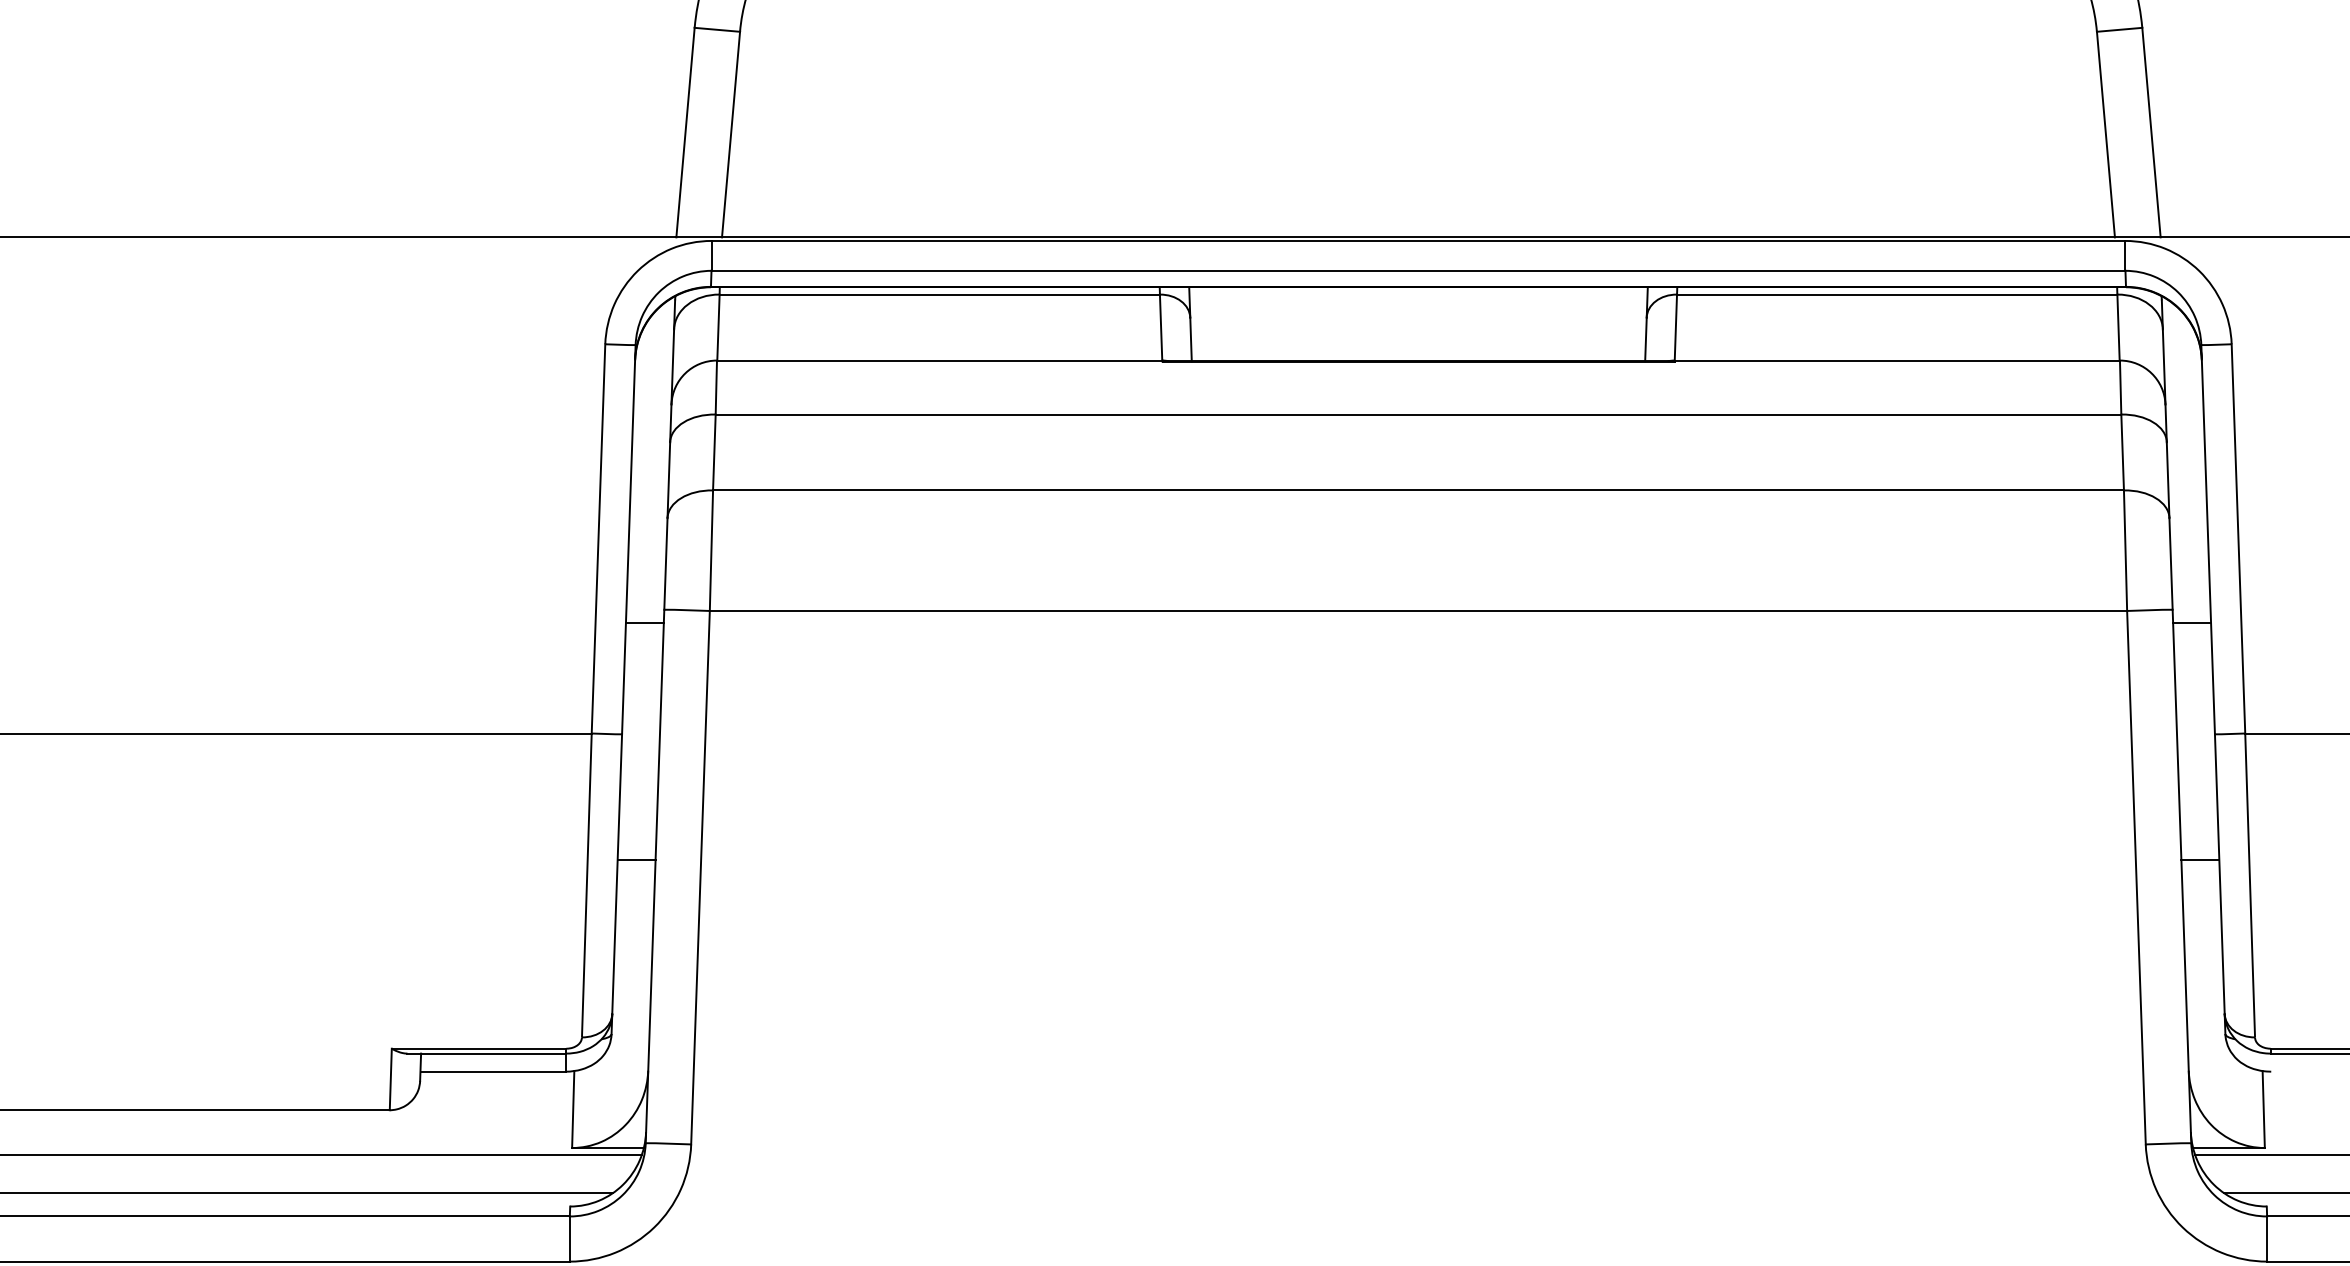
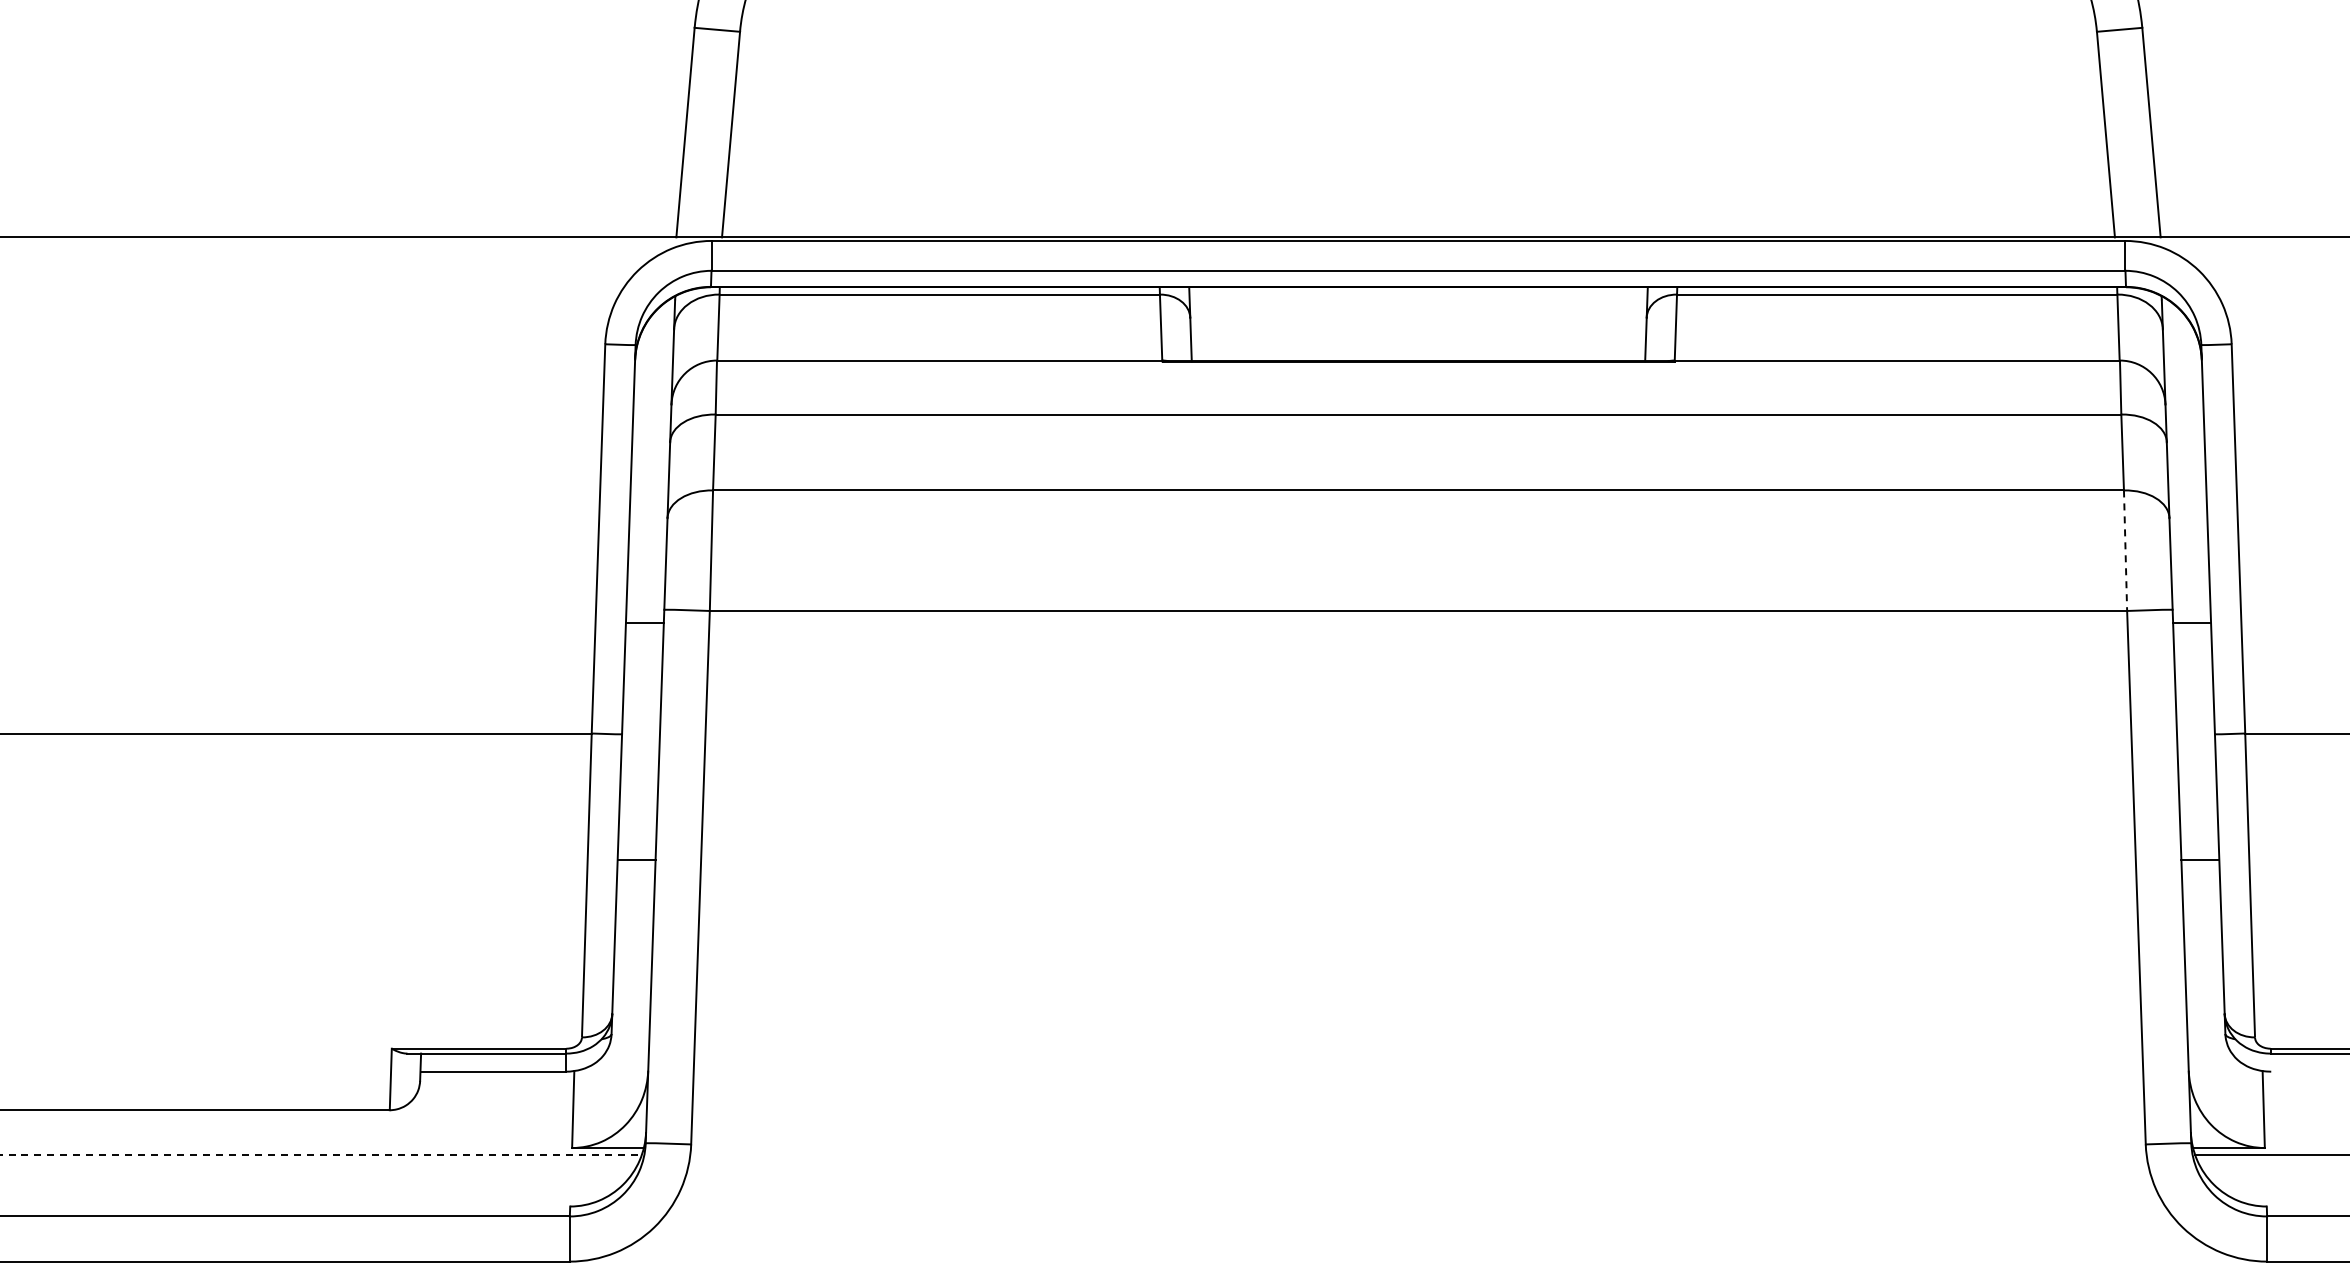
line at (2125, 551): solid -> dashed
line at (321, 1155): solid -> dashed
line at (307, 1193): present -> none
line at (2285, 1193): present -> none
